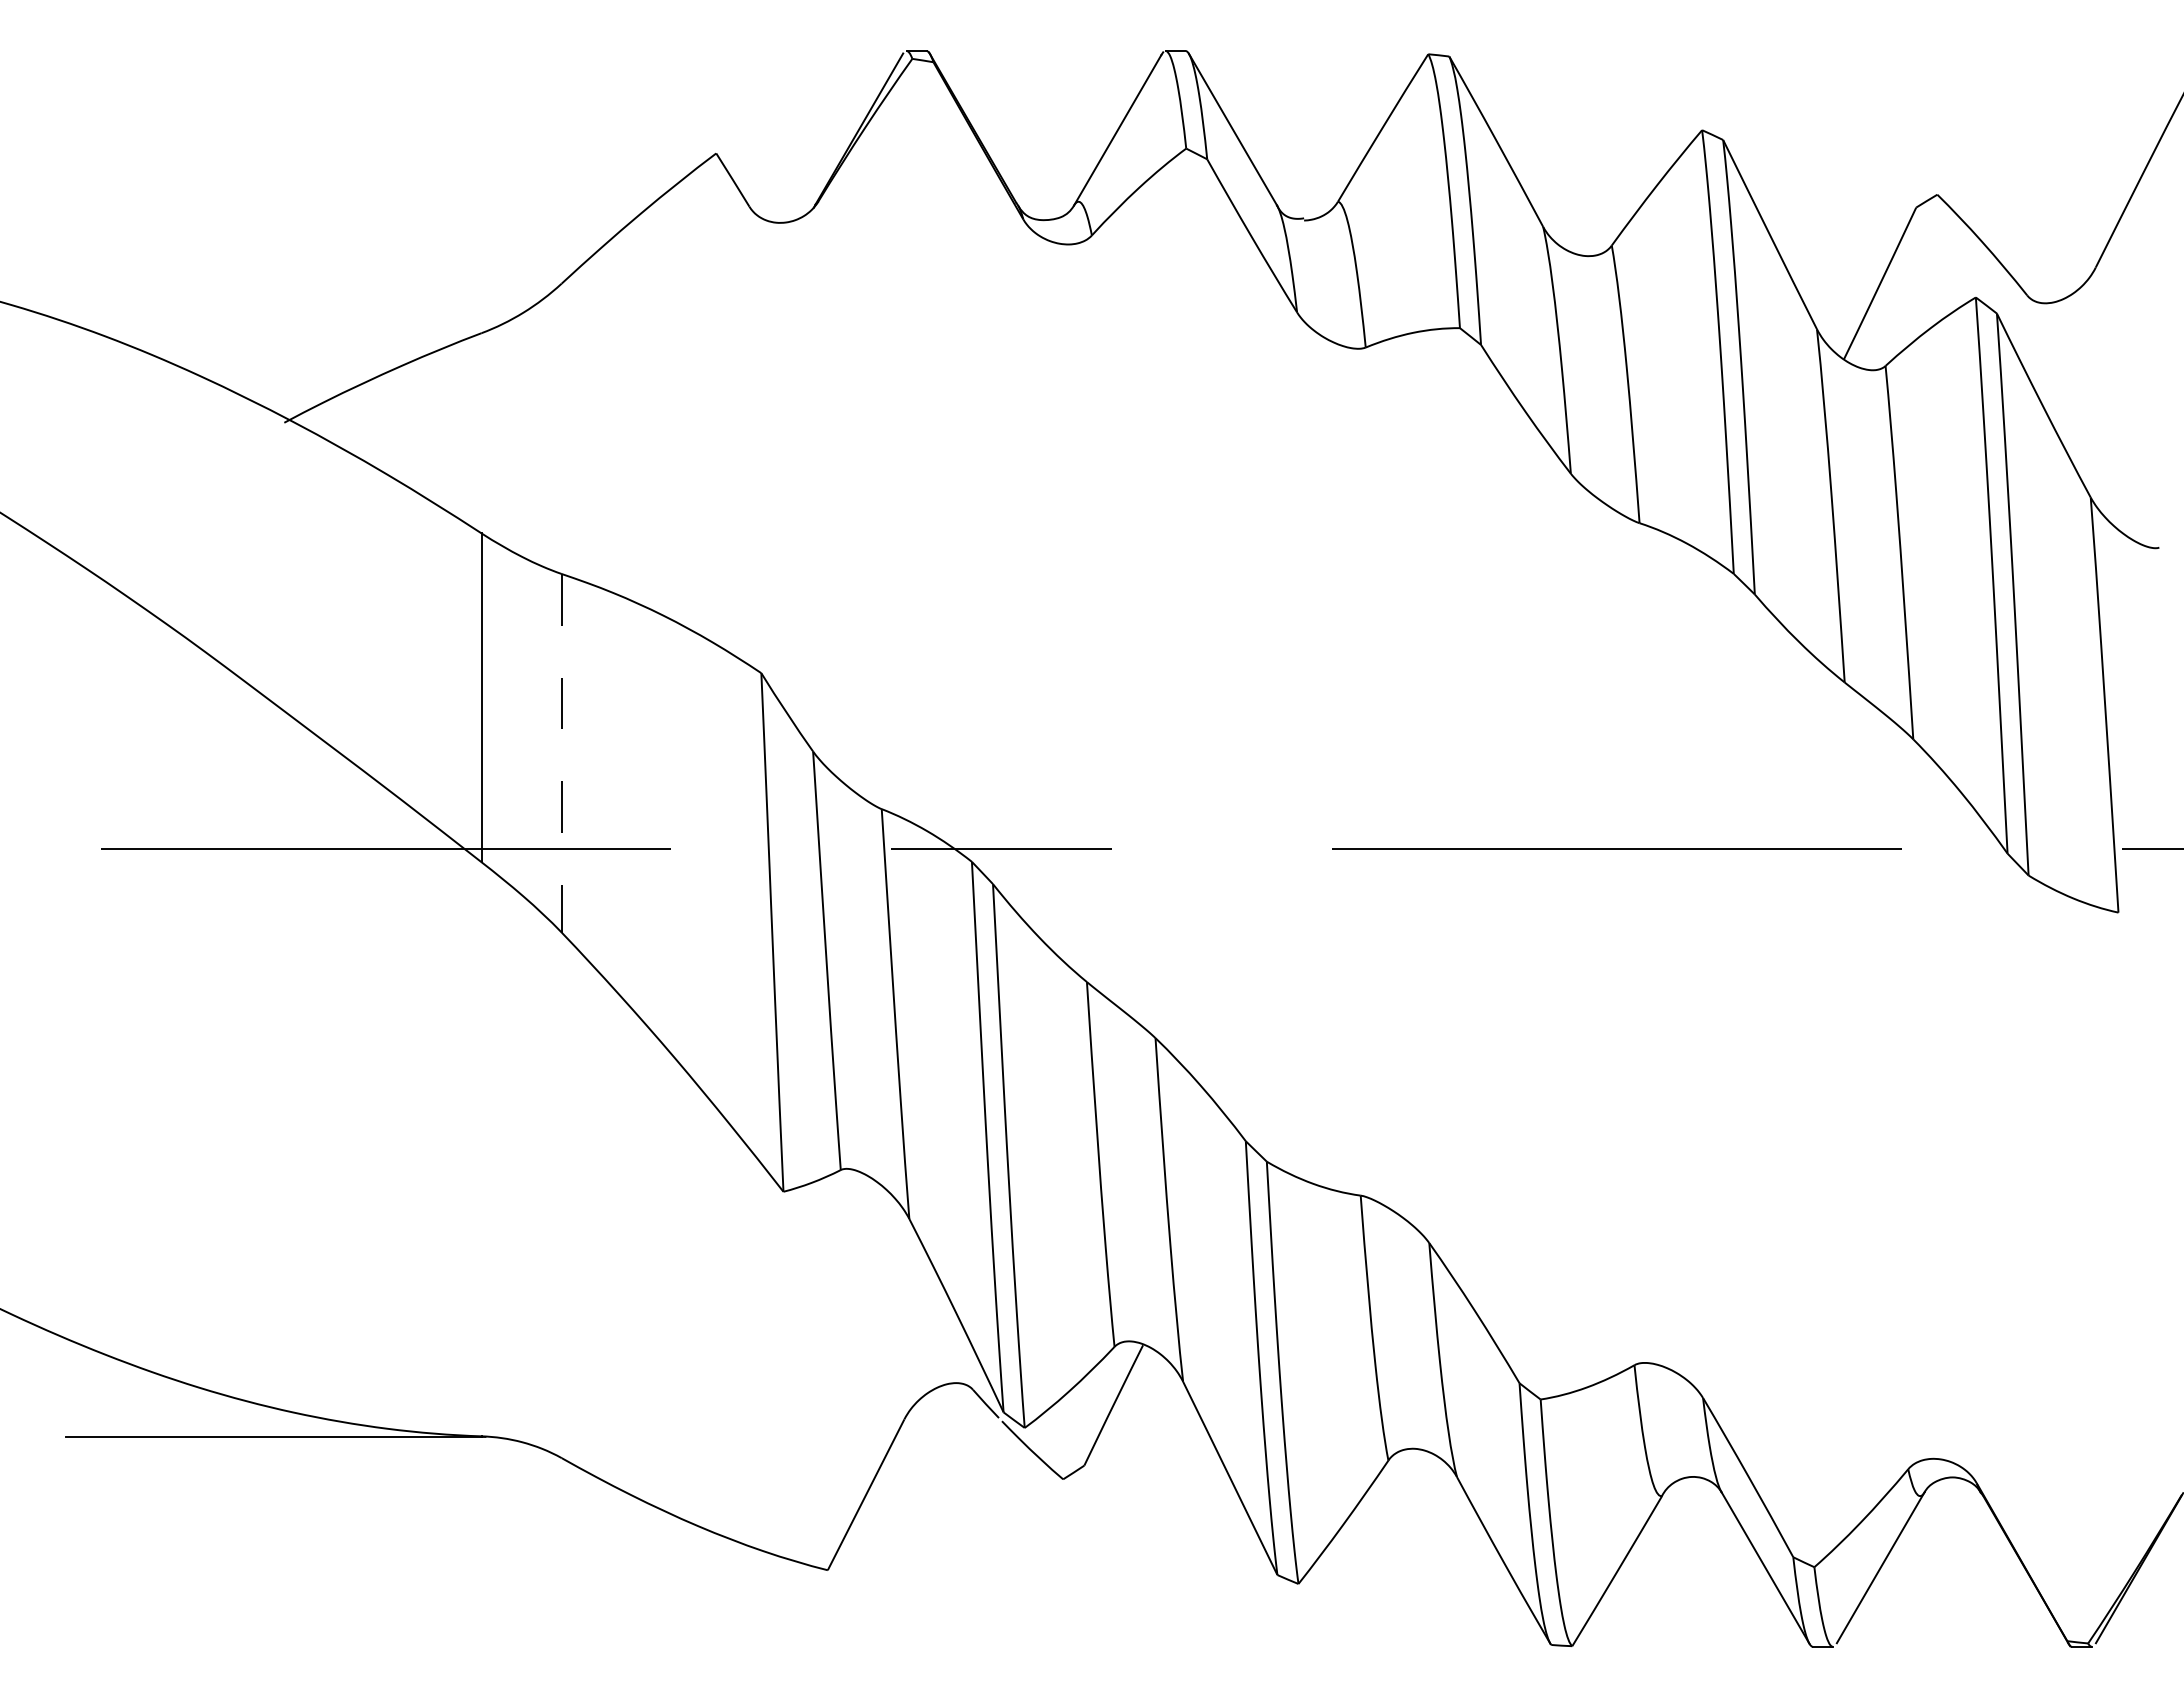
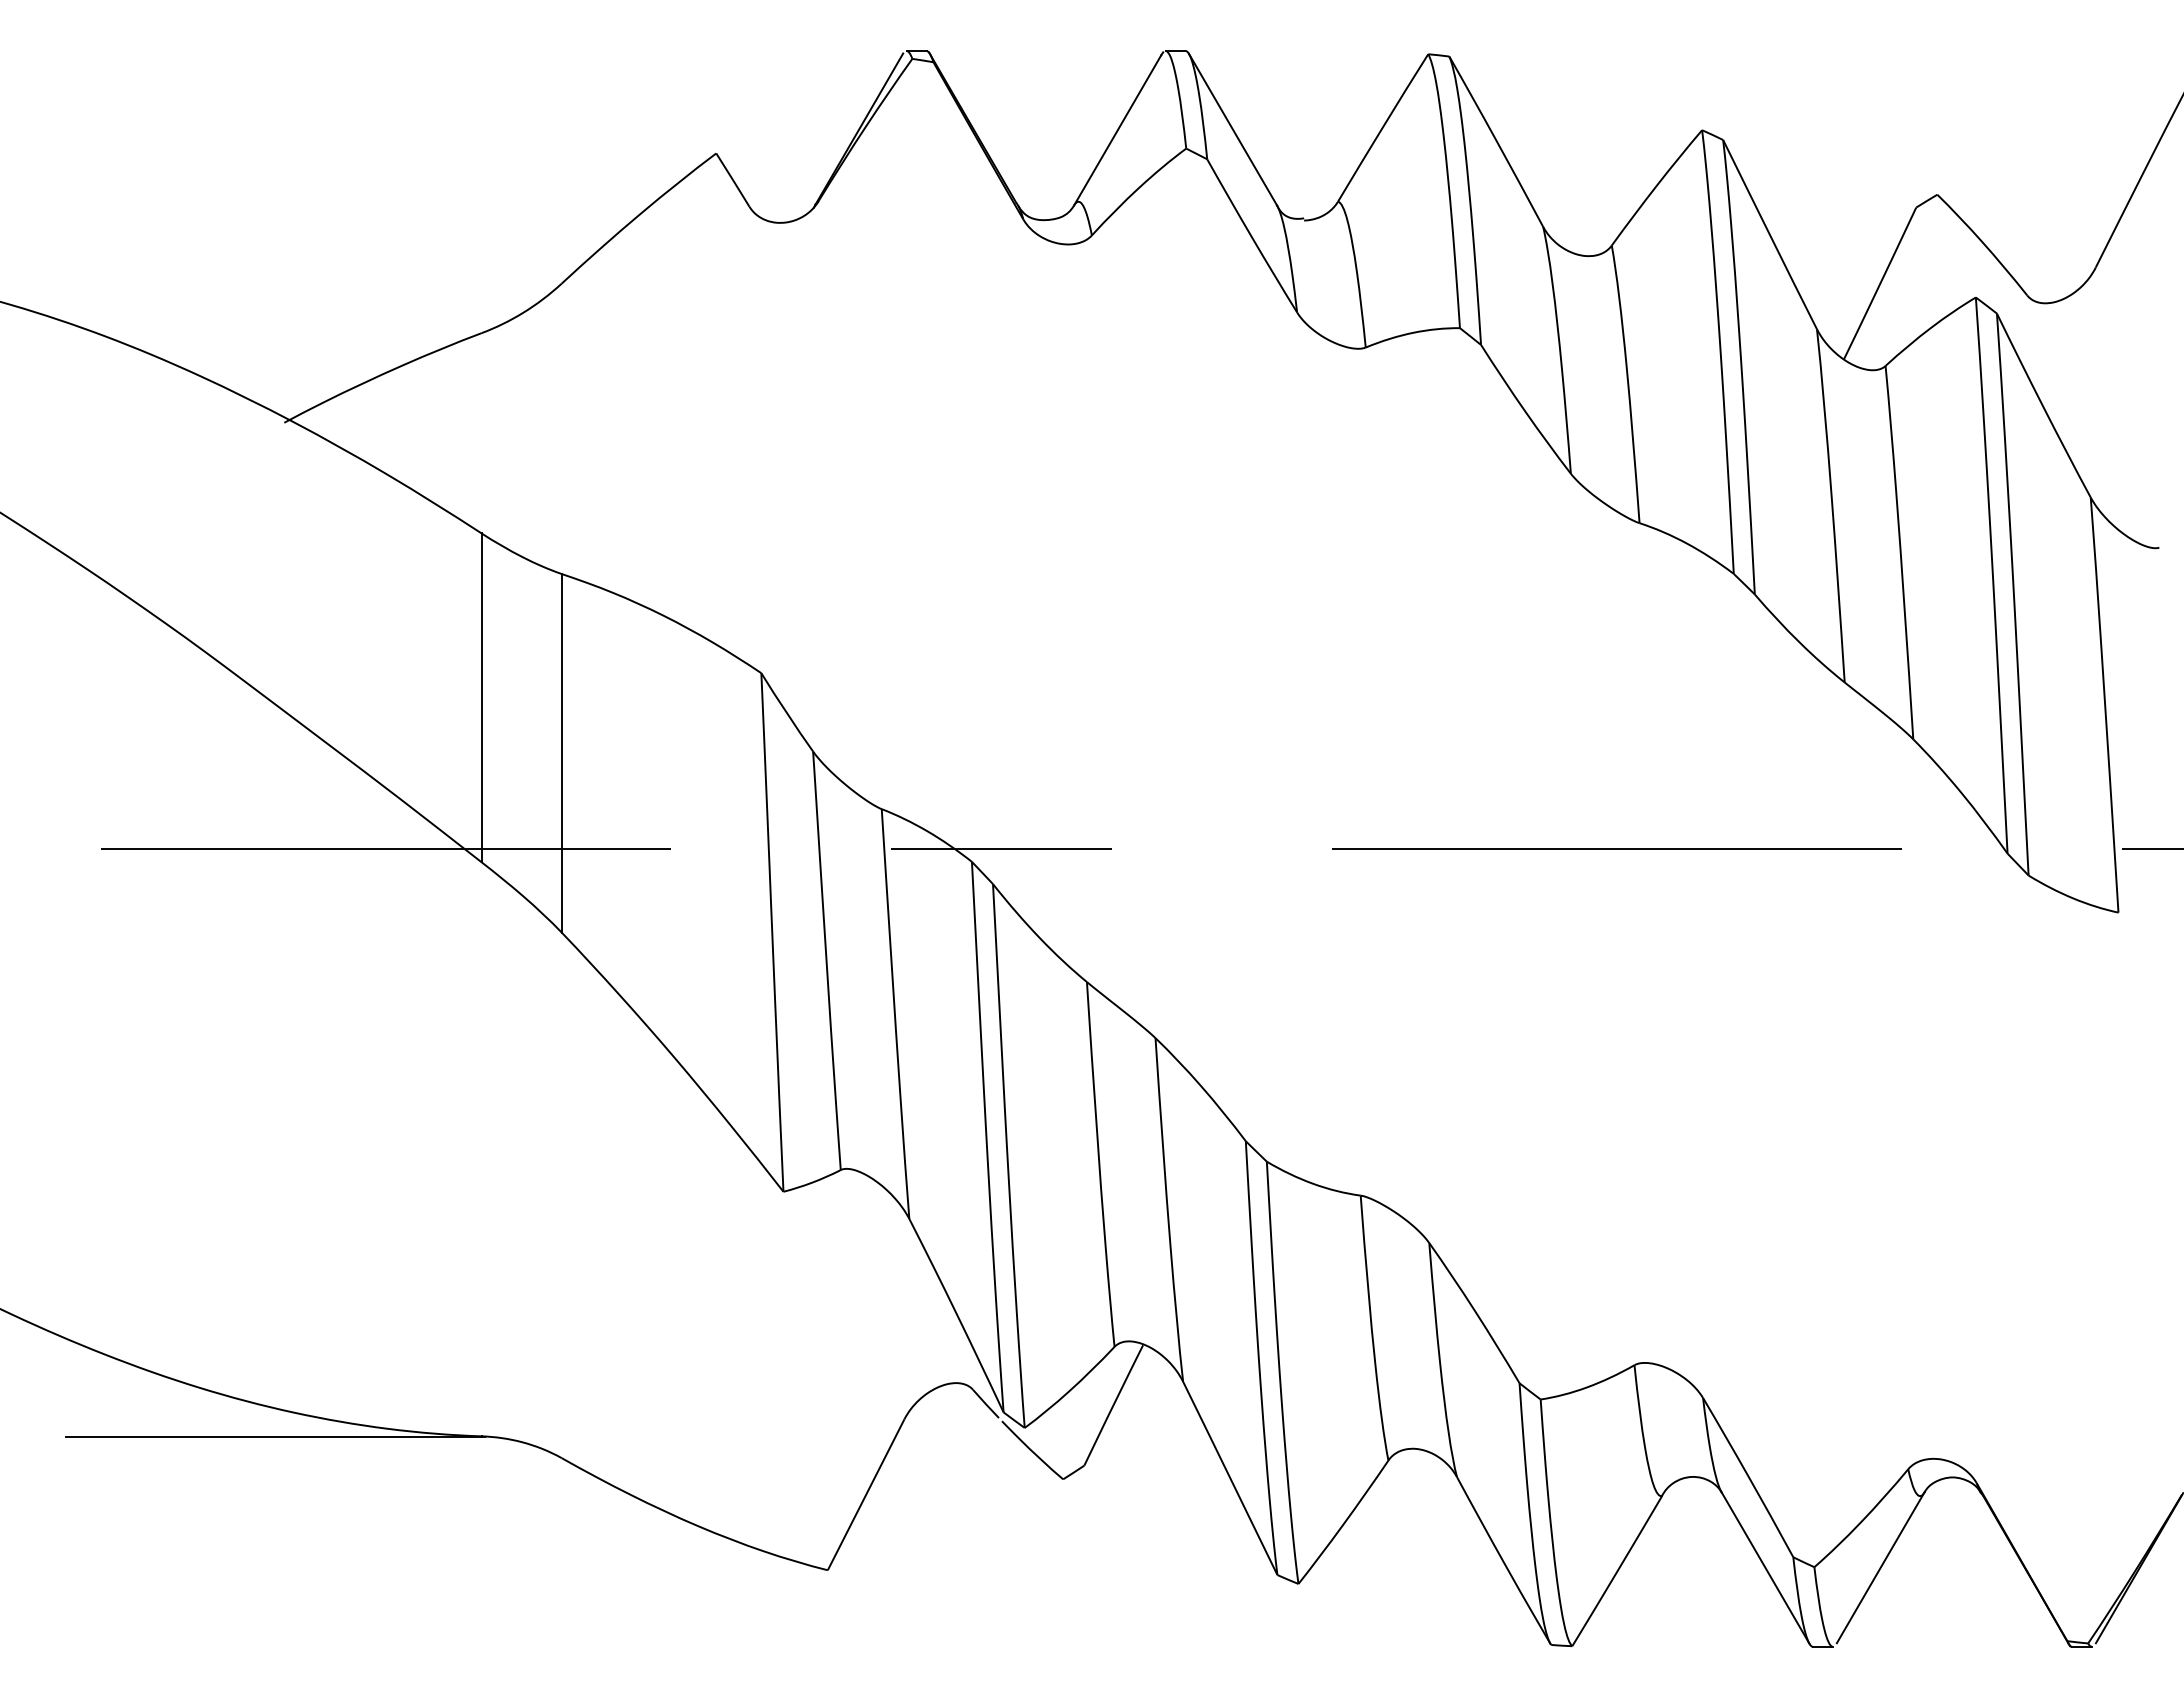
line at (561, 753): dashed -> solid
